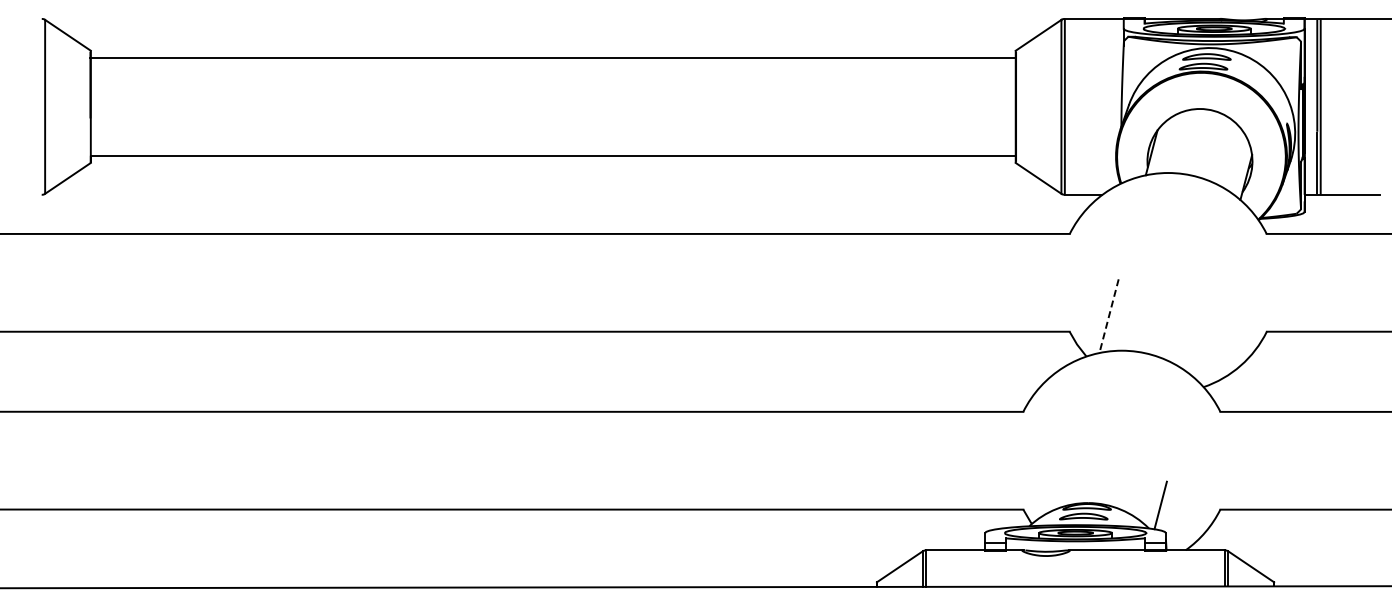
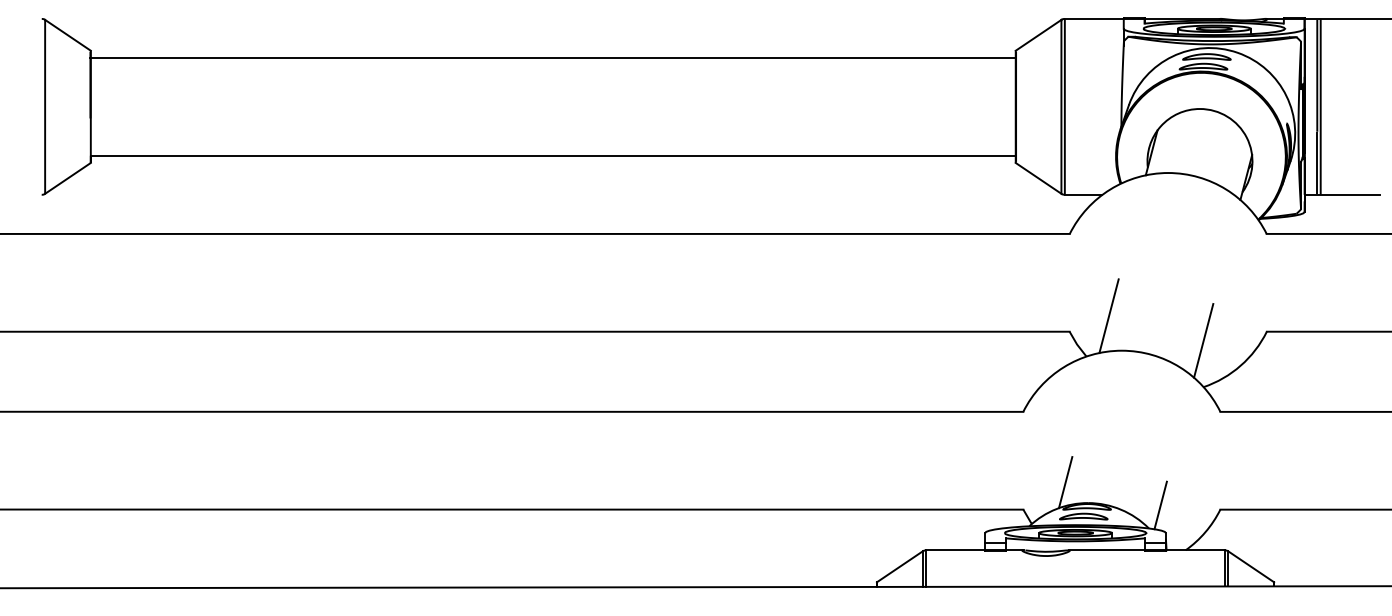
line at (1108, 316): dashed -> solid
line at (1203, 340): none -> present
line at (1065, 482): none -> present
